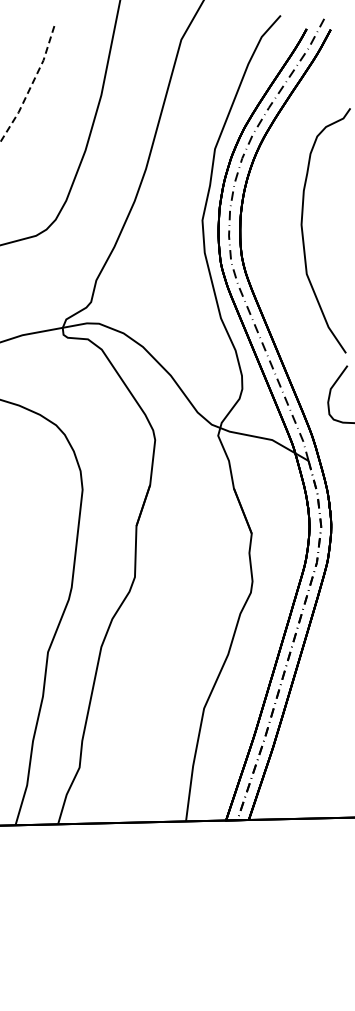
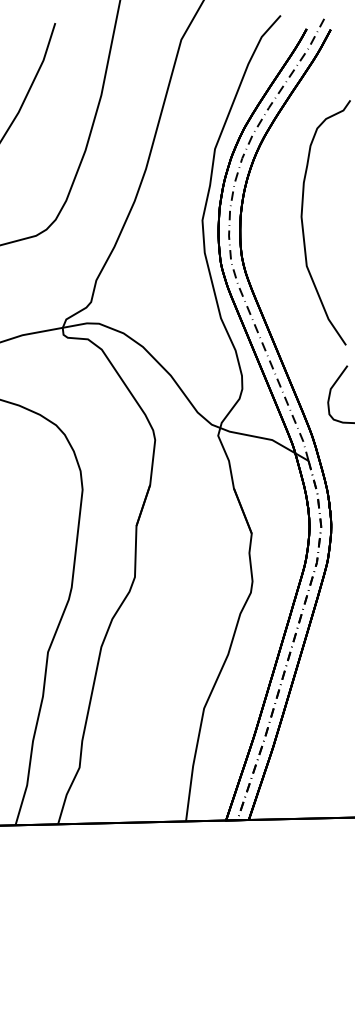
line at (31, 84): dashed -> solid
curve at (303, 231) position: (303, 231) -> (303, 223)
